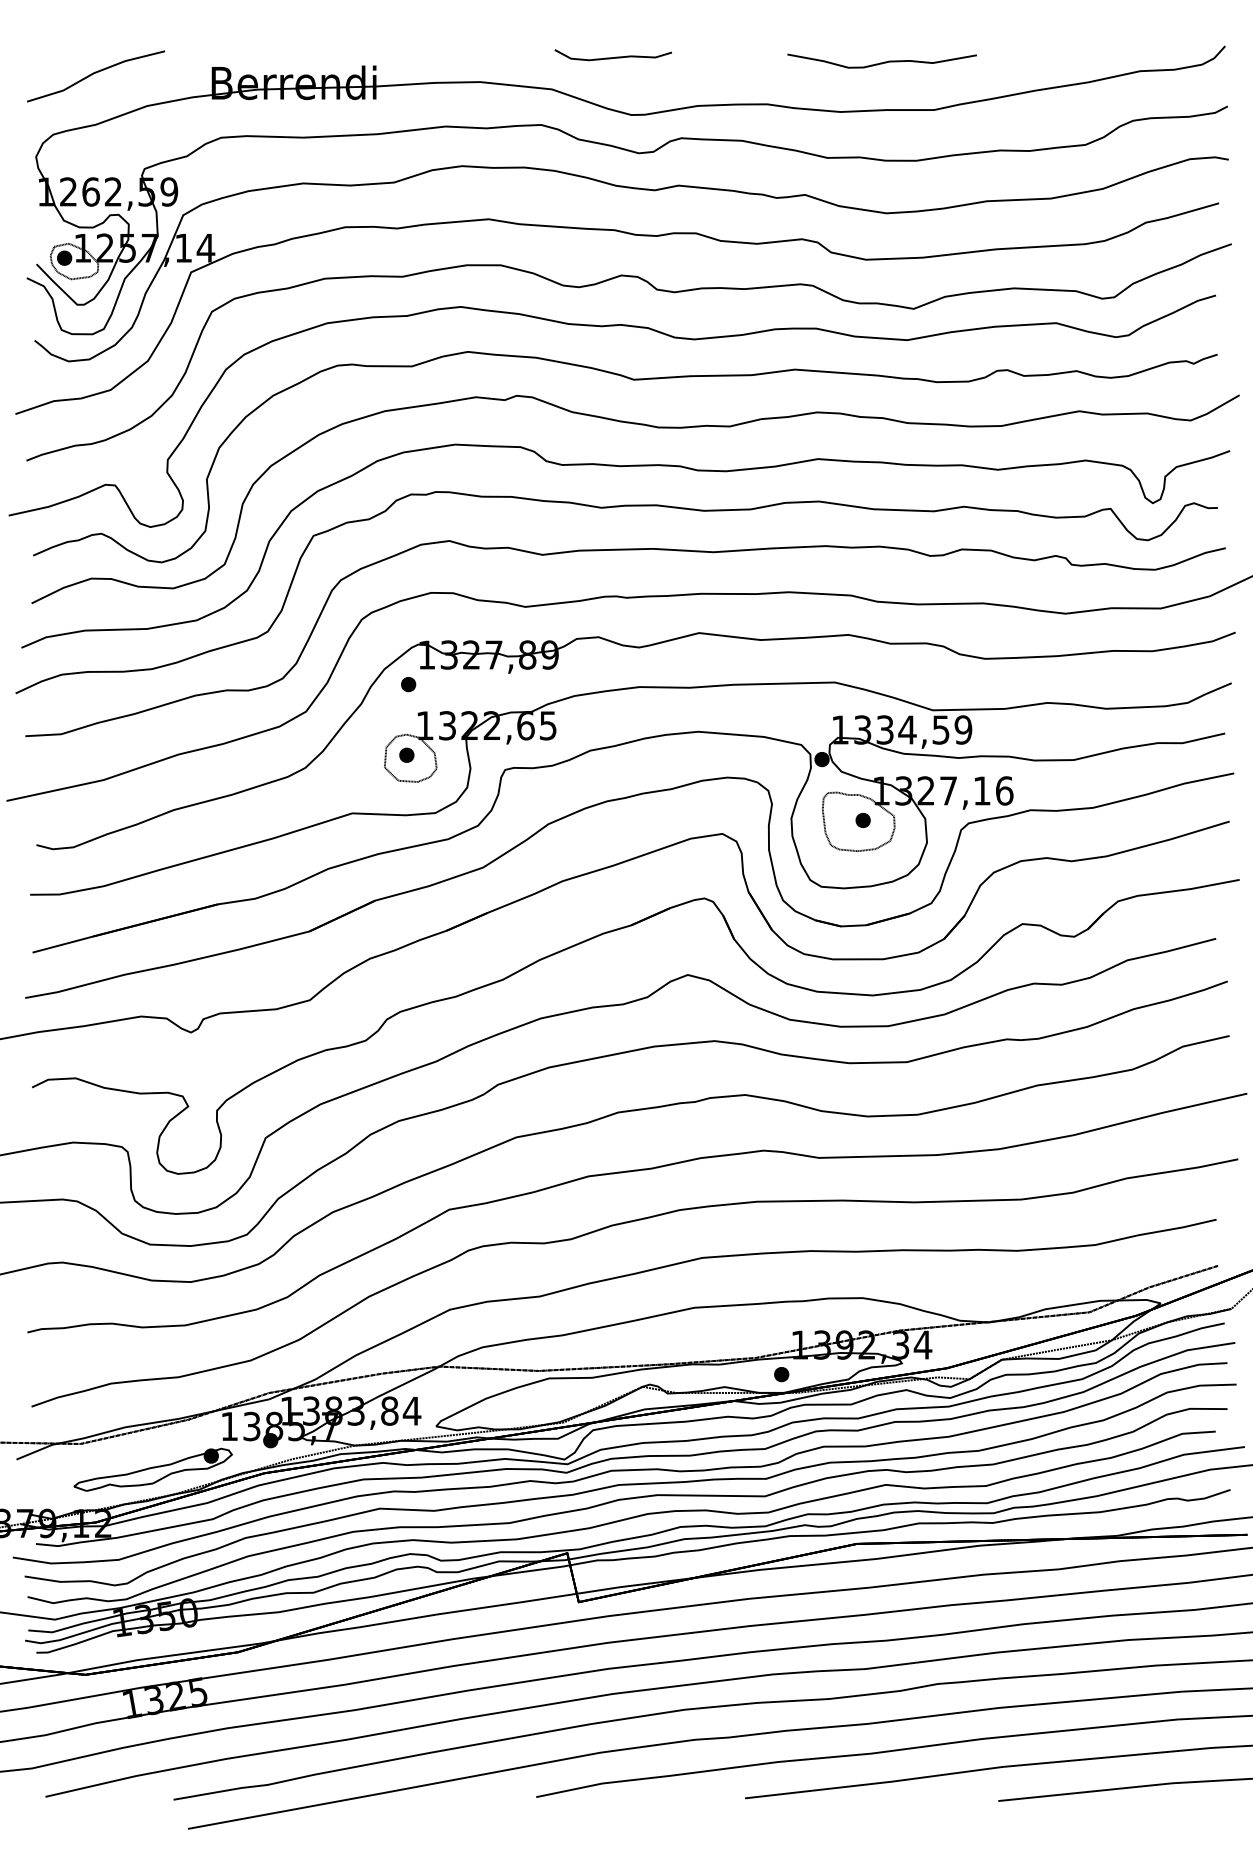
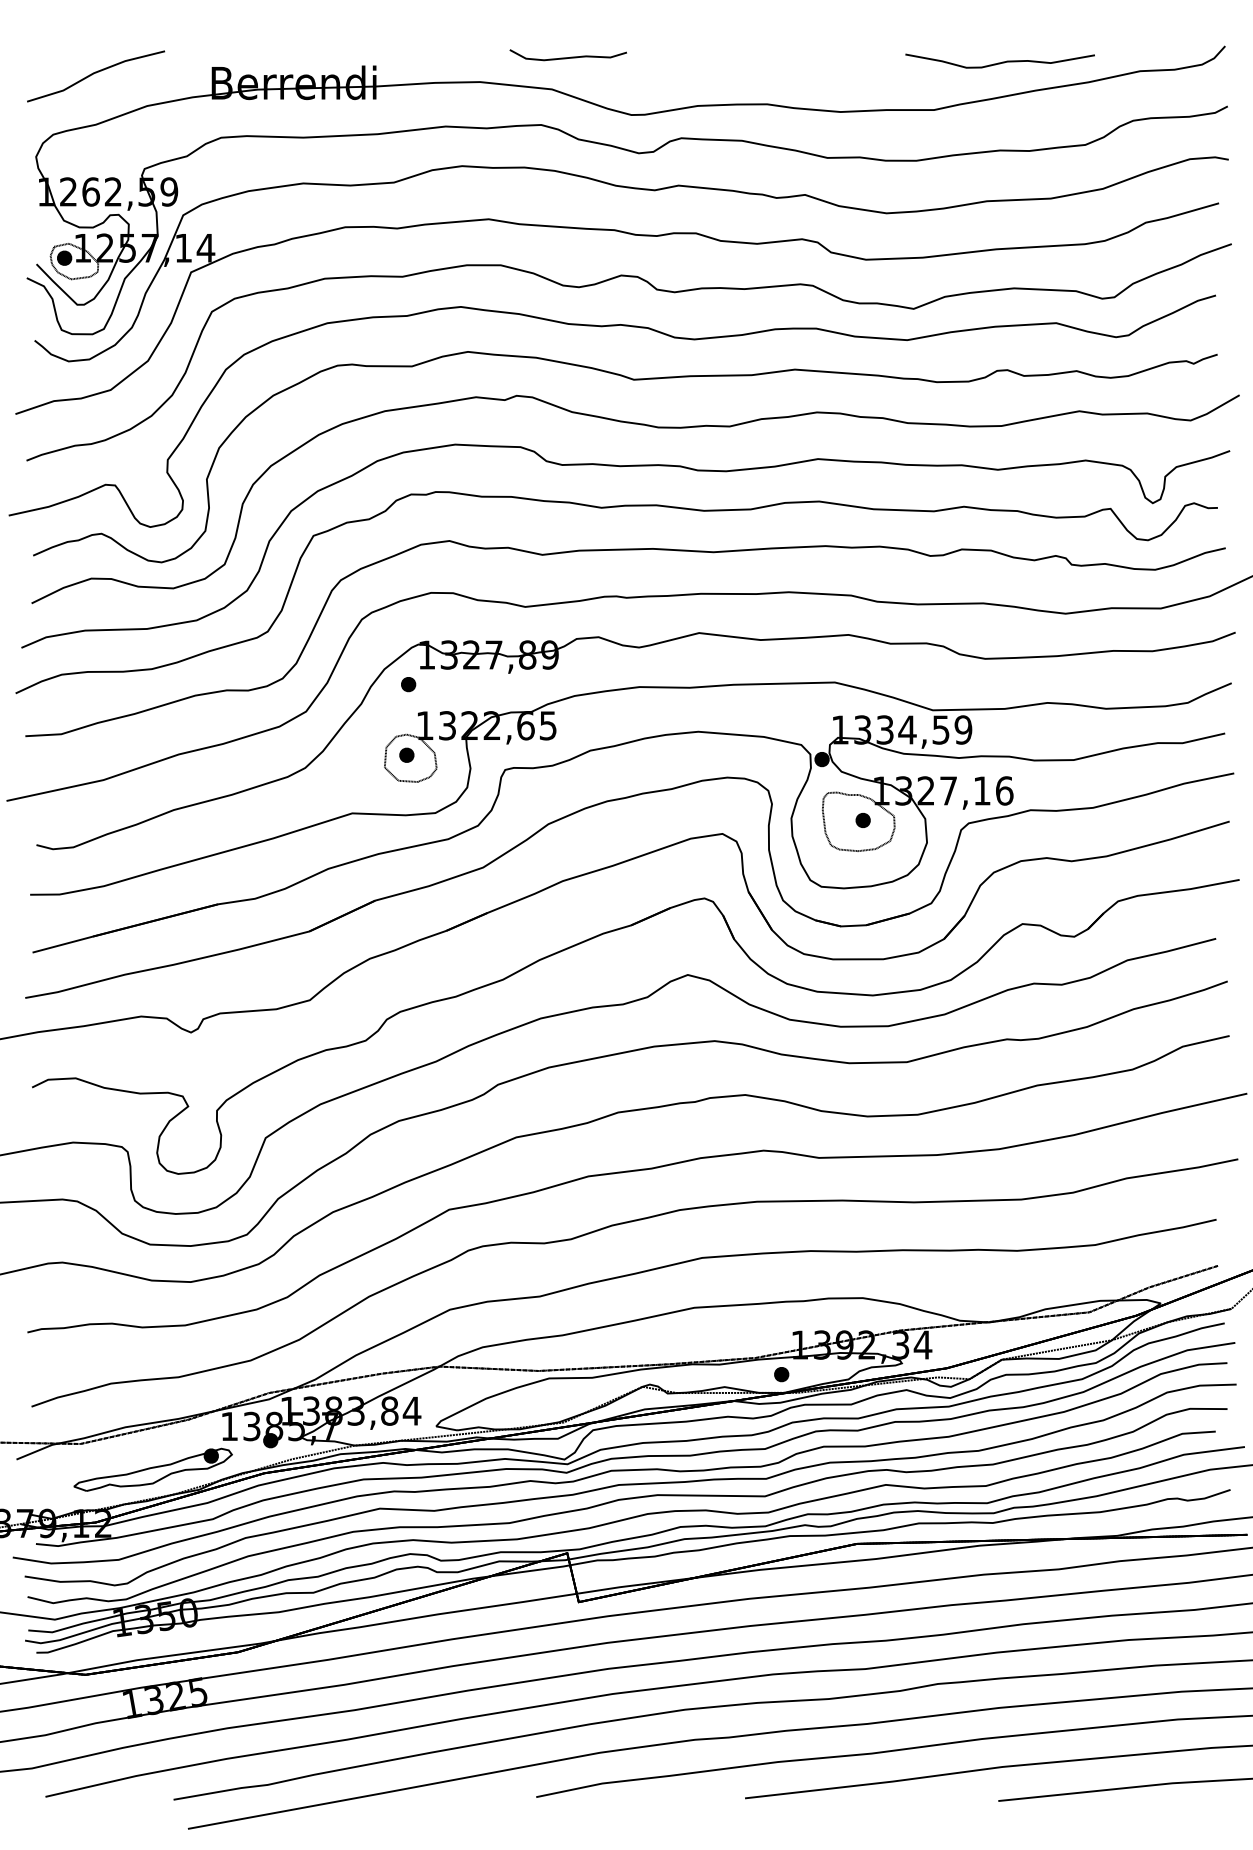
curve at (612, 57) position: (612, 57) -> (567, 57)
curve at (881, 62) position: (881, 62) -> (999, 62)
